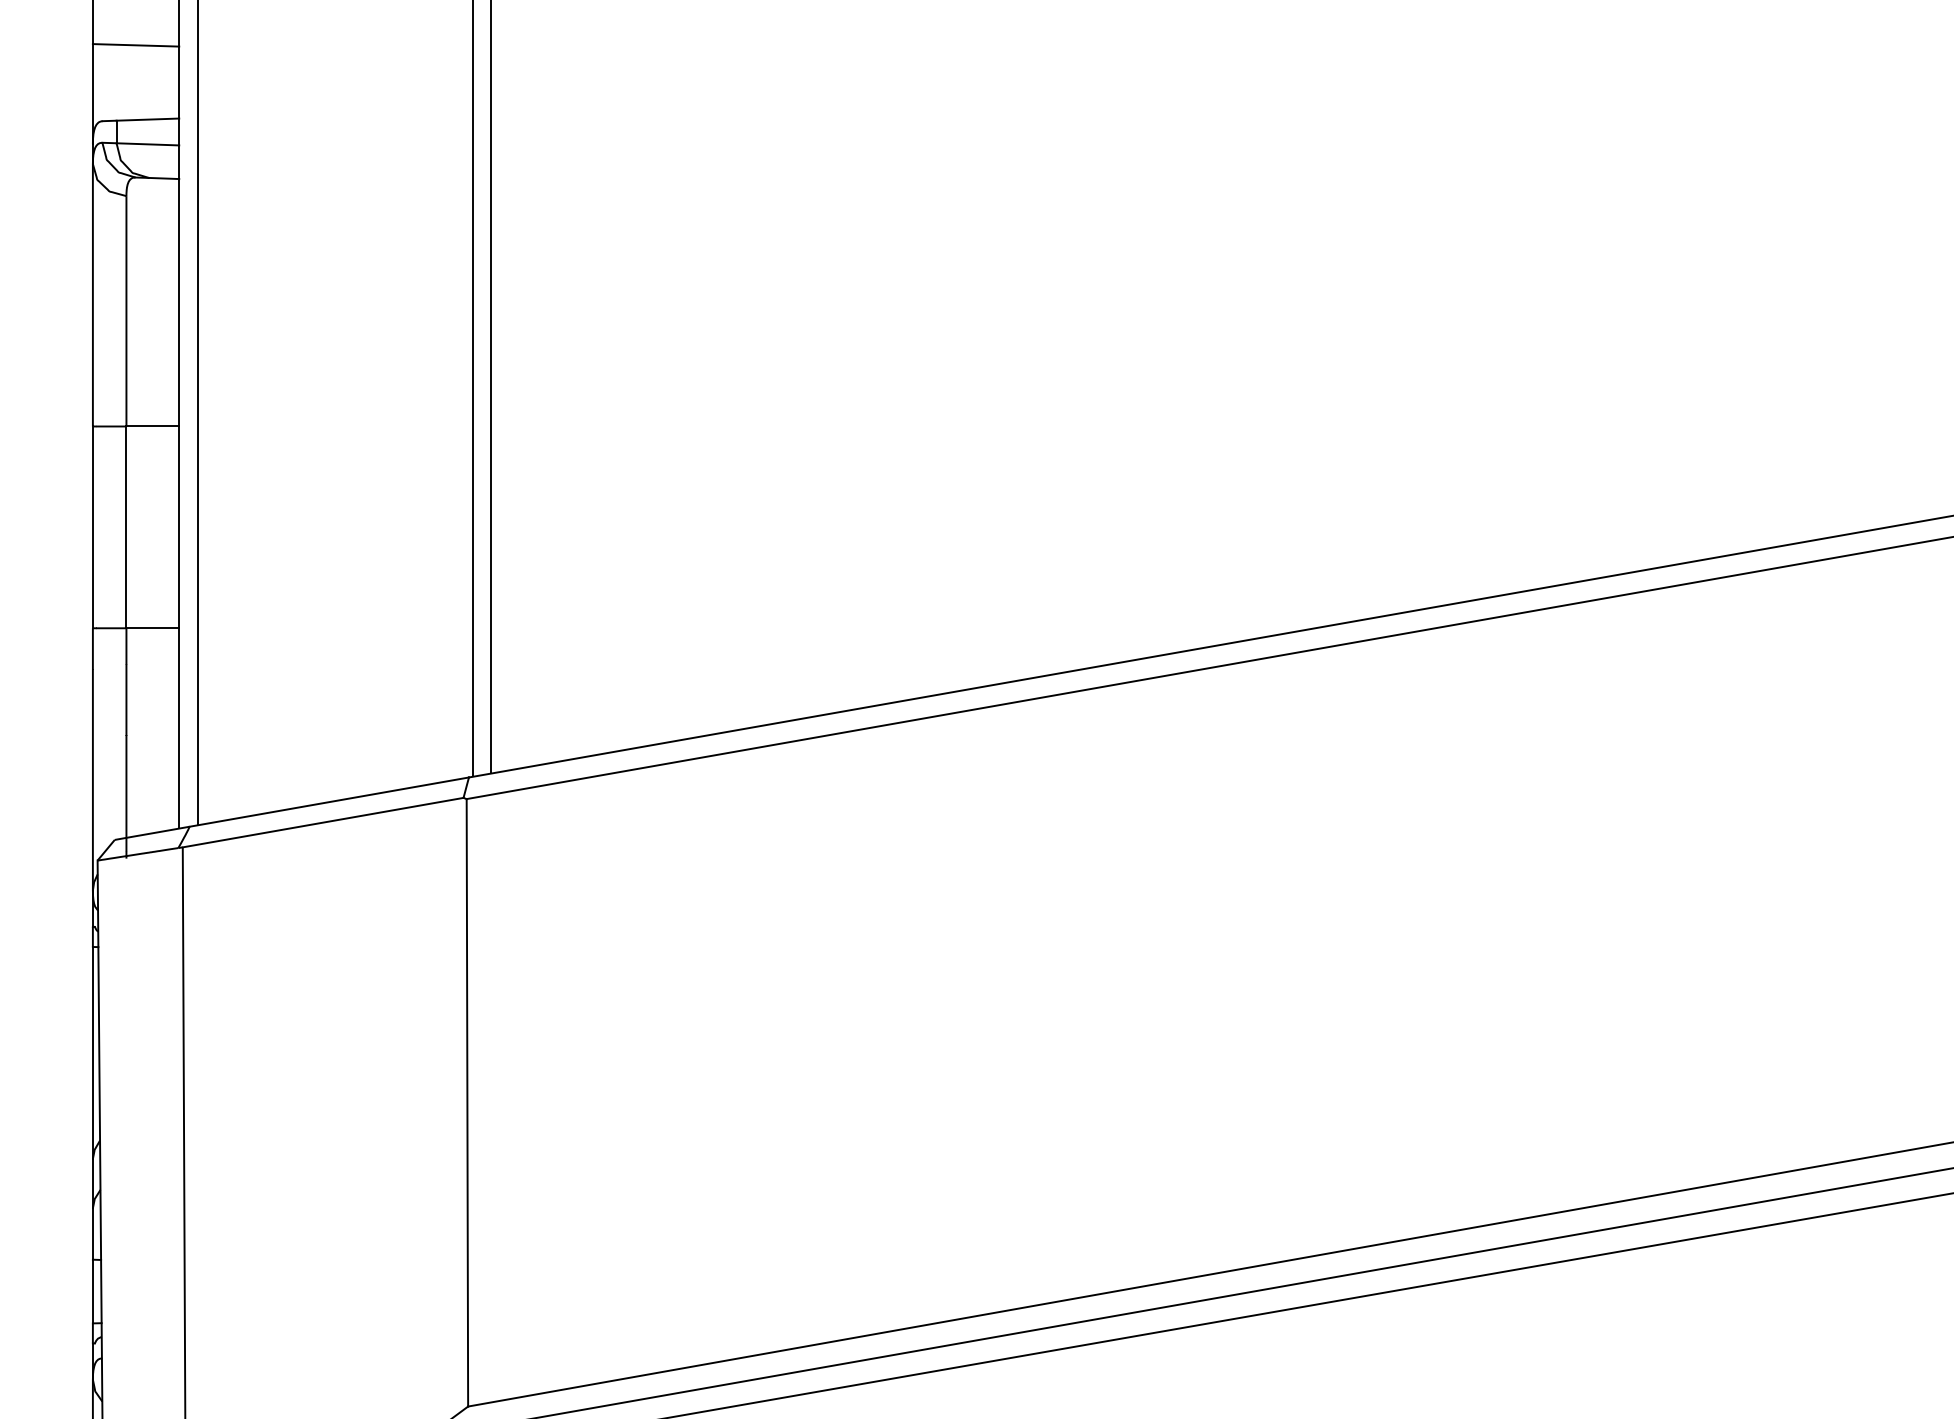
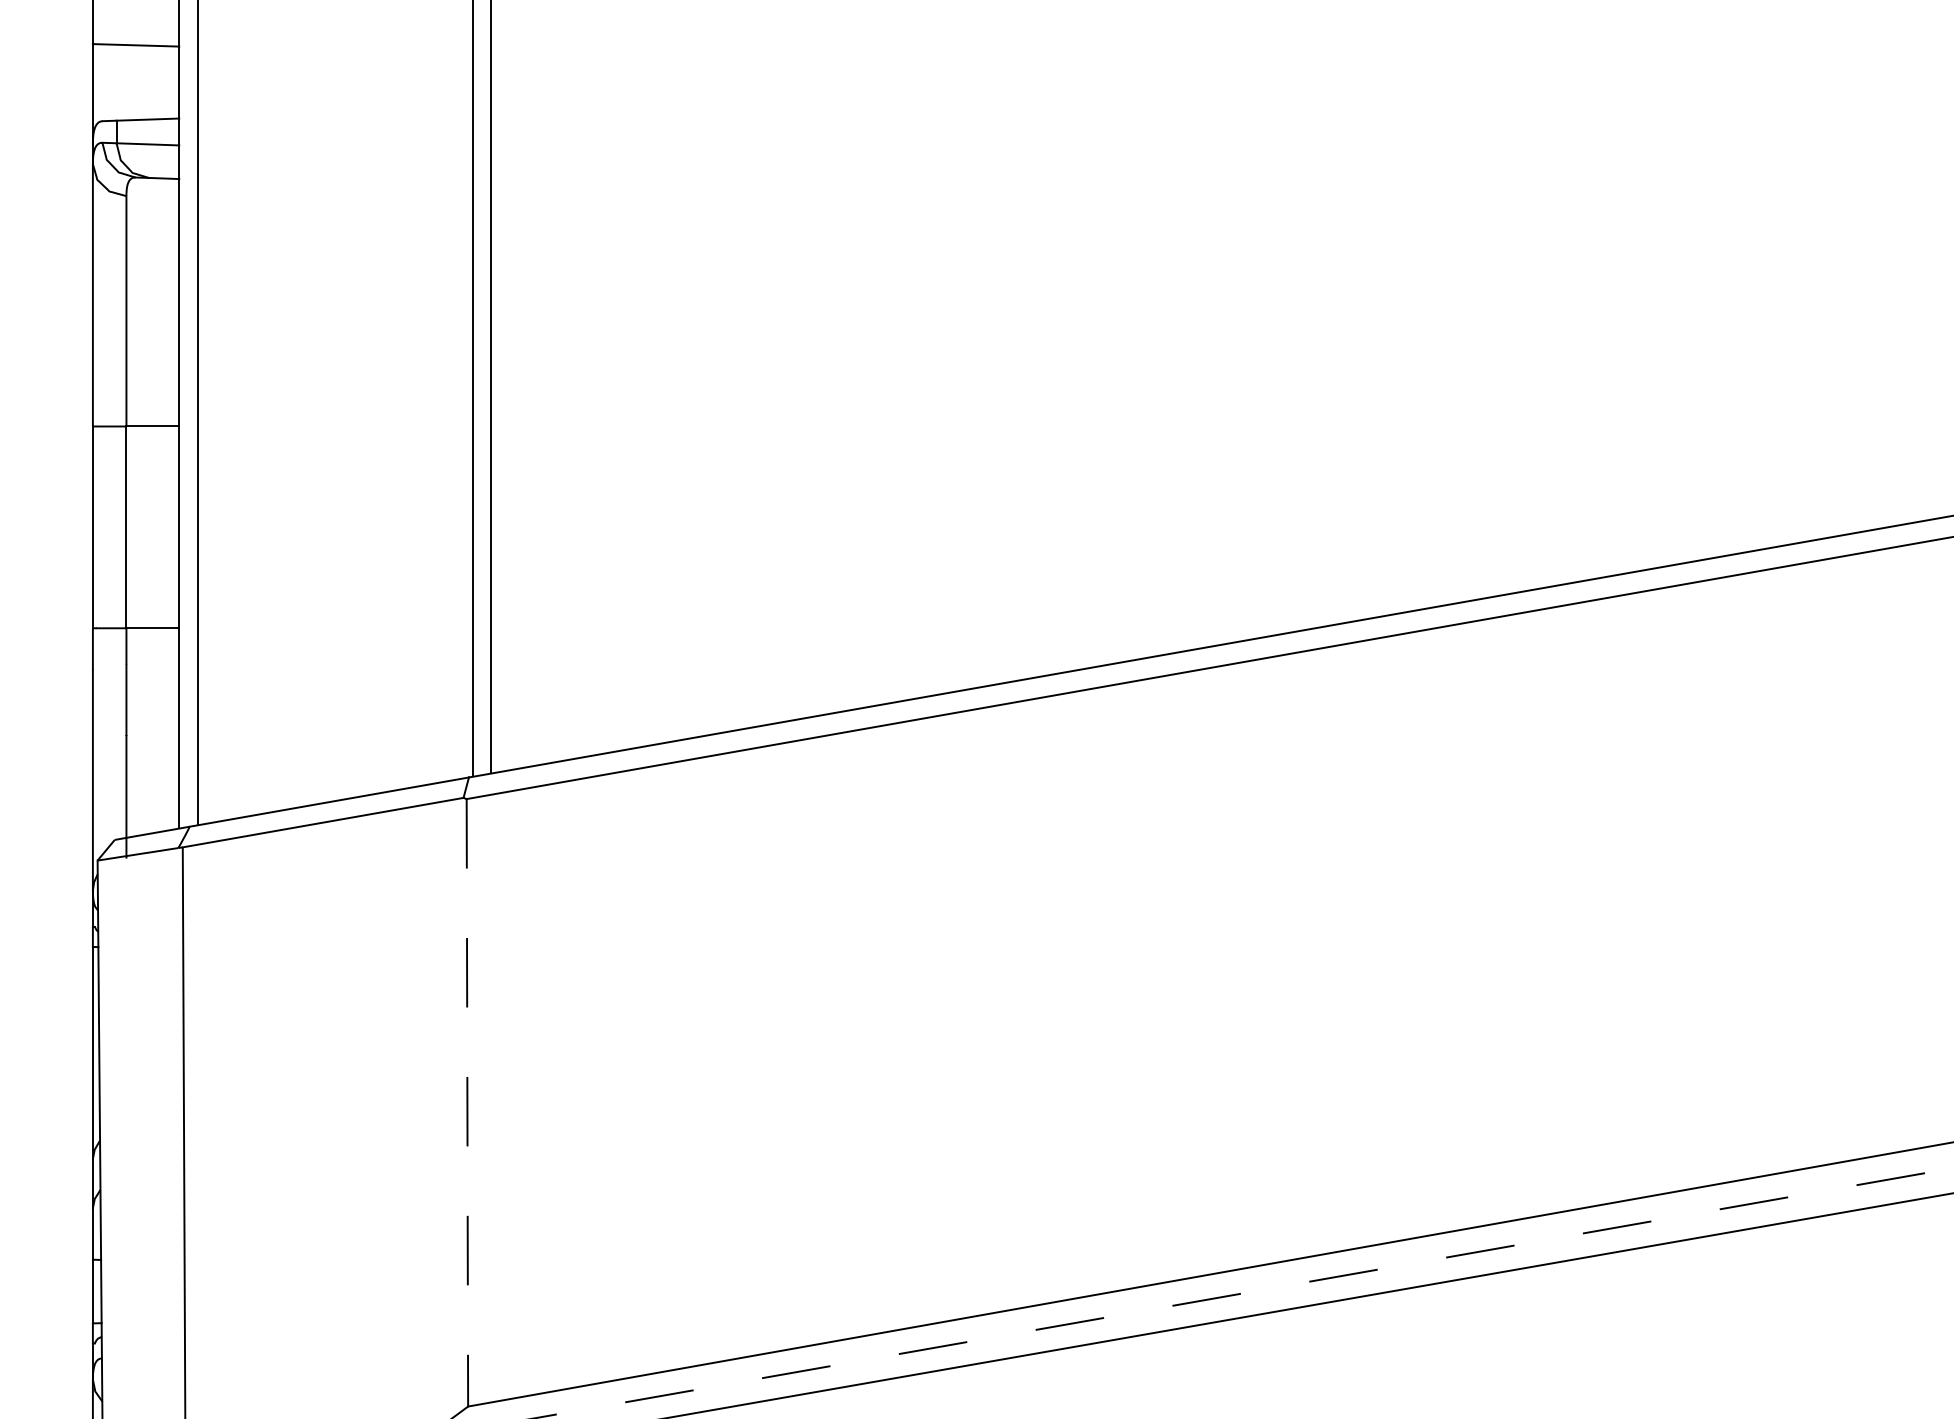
line at (467, 1102): solid -> dashed
line at (1241, 1293): solid -> dashed
